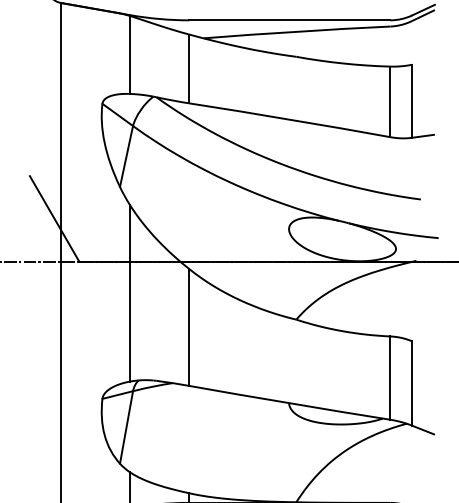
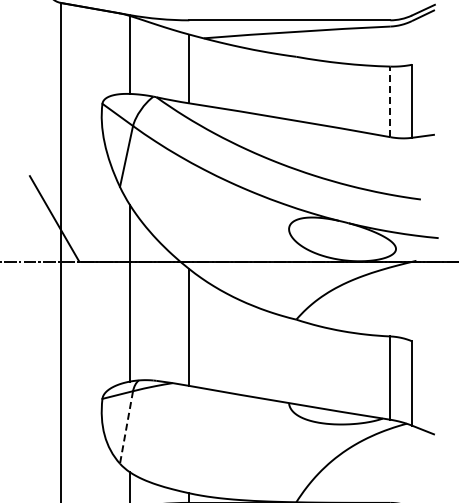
line at (390, 101): solid -> dashed
line at (126, 427): solid -> dashed
